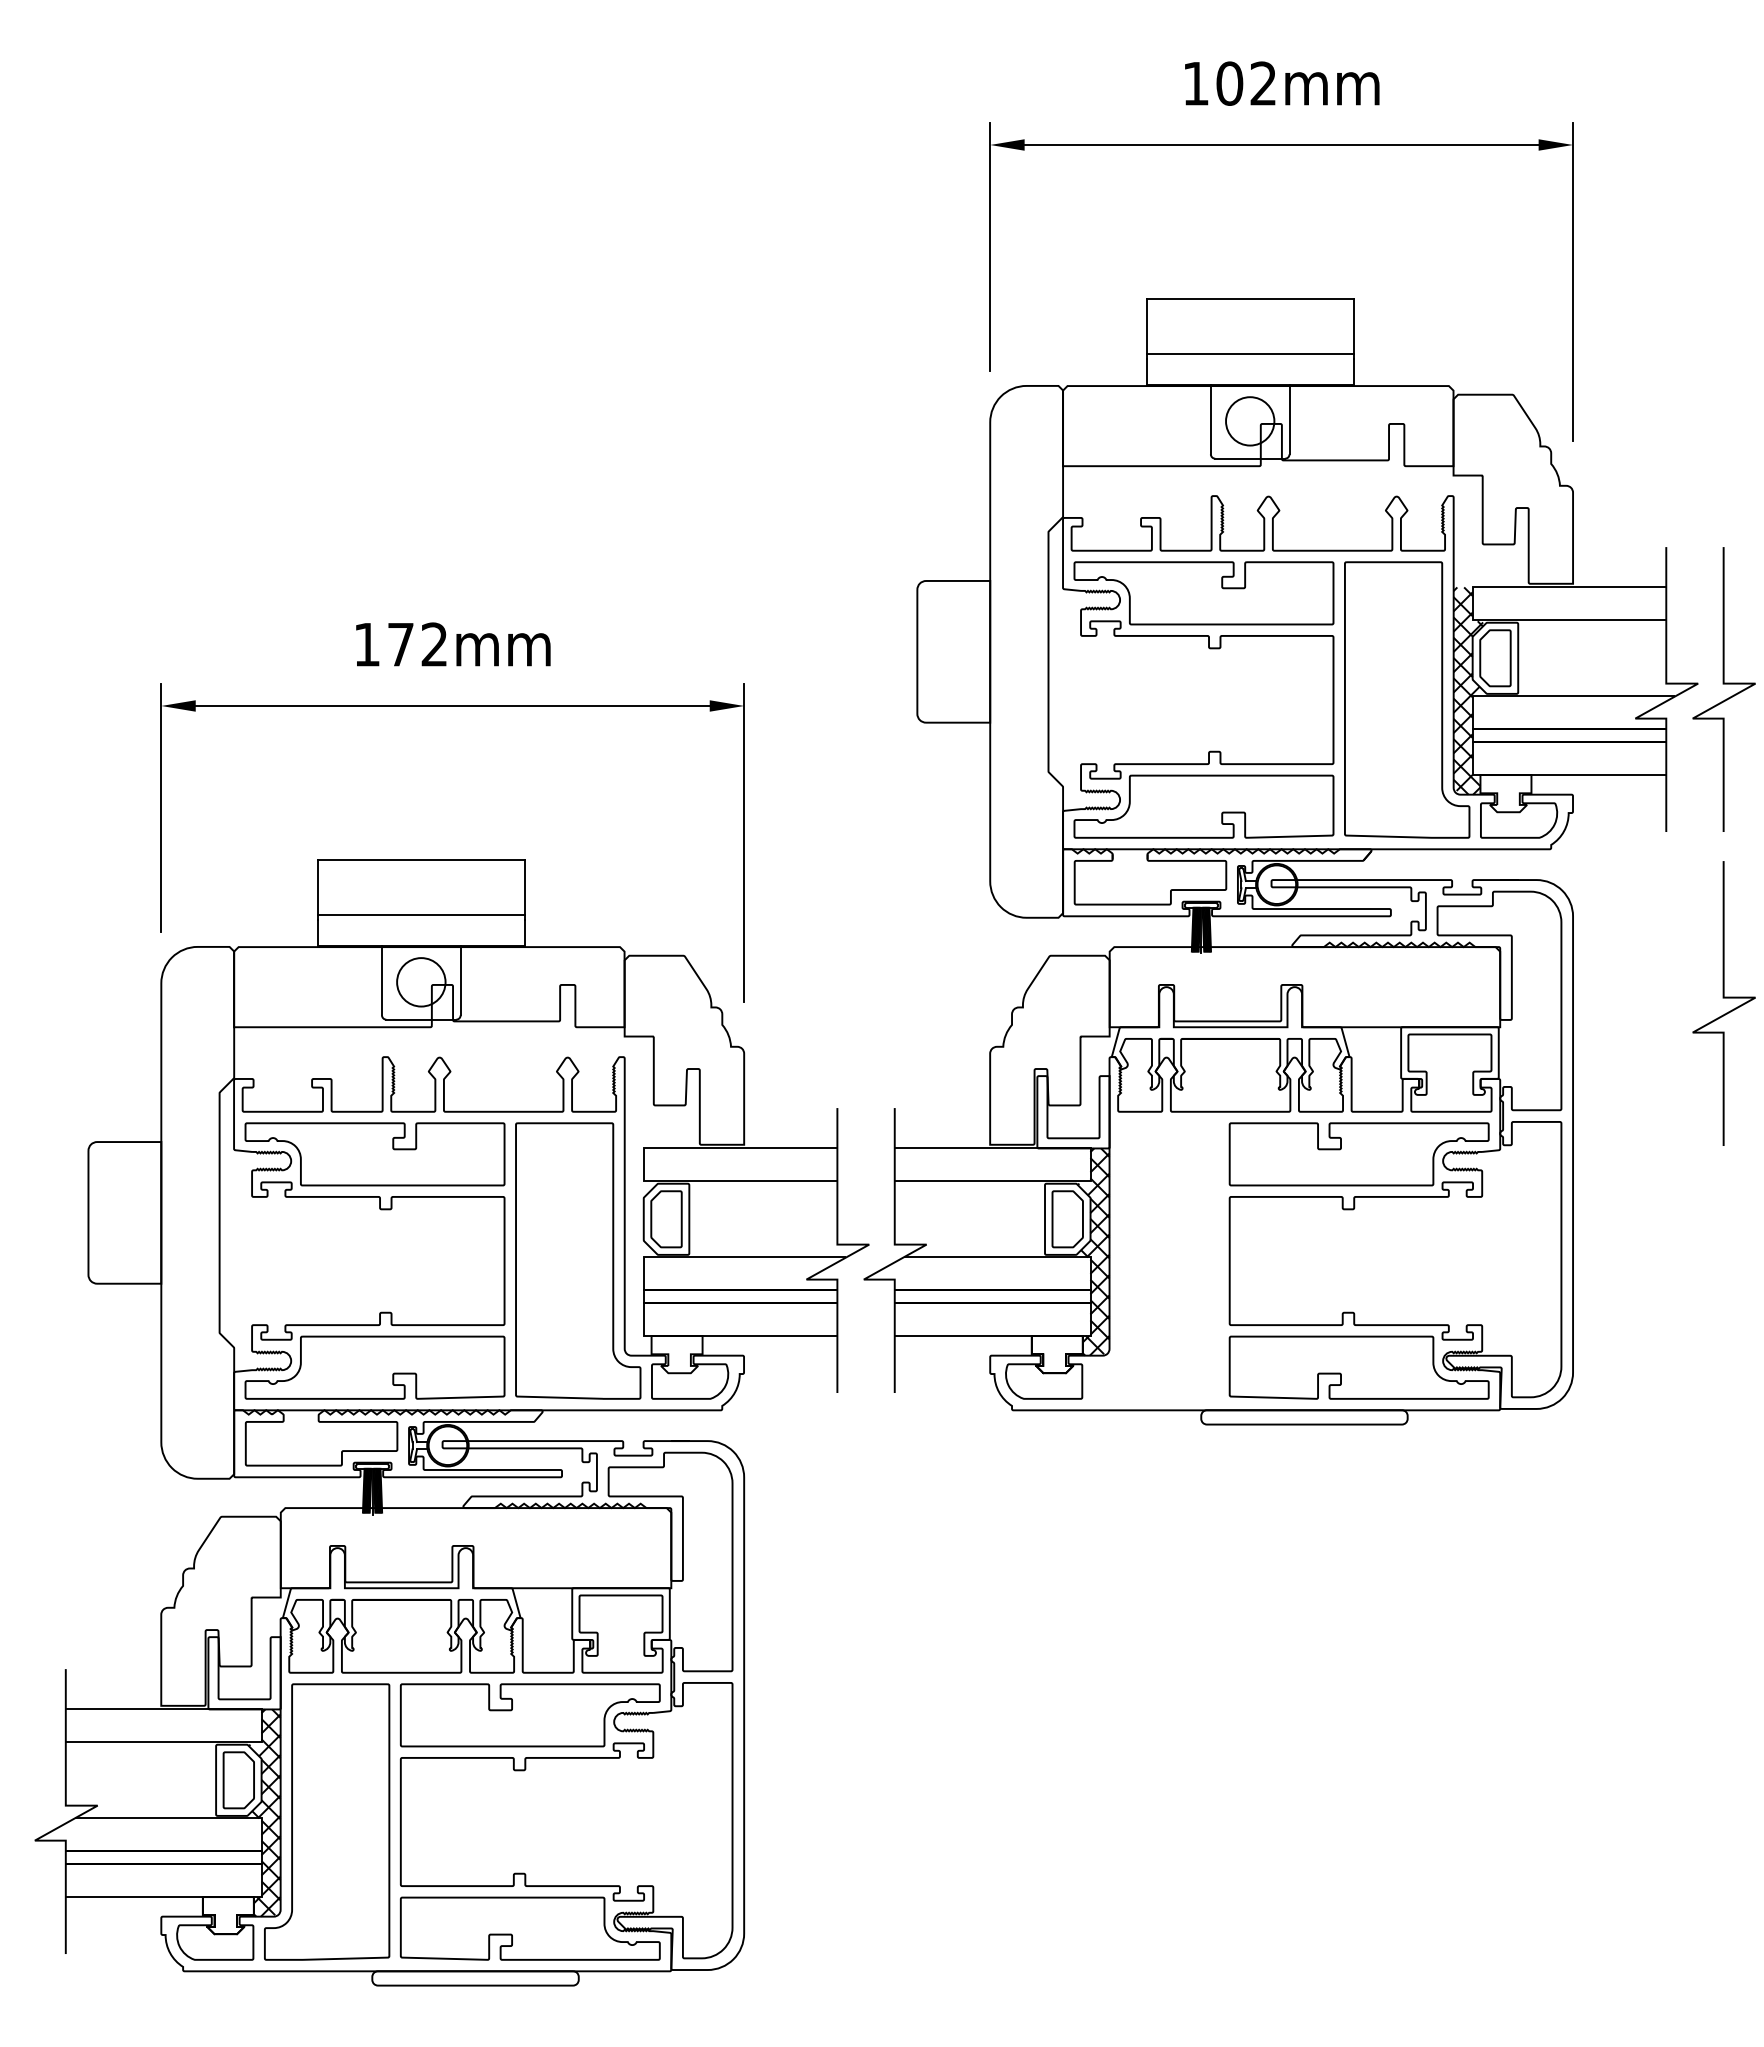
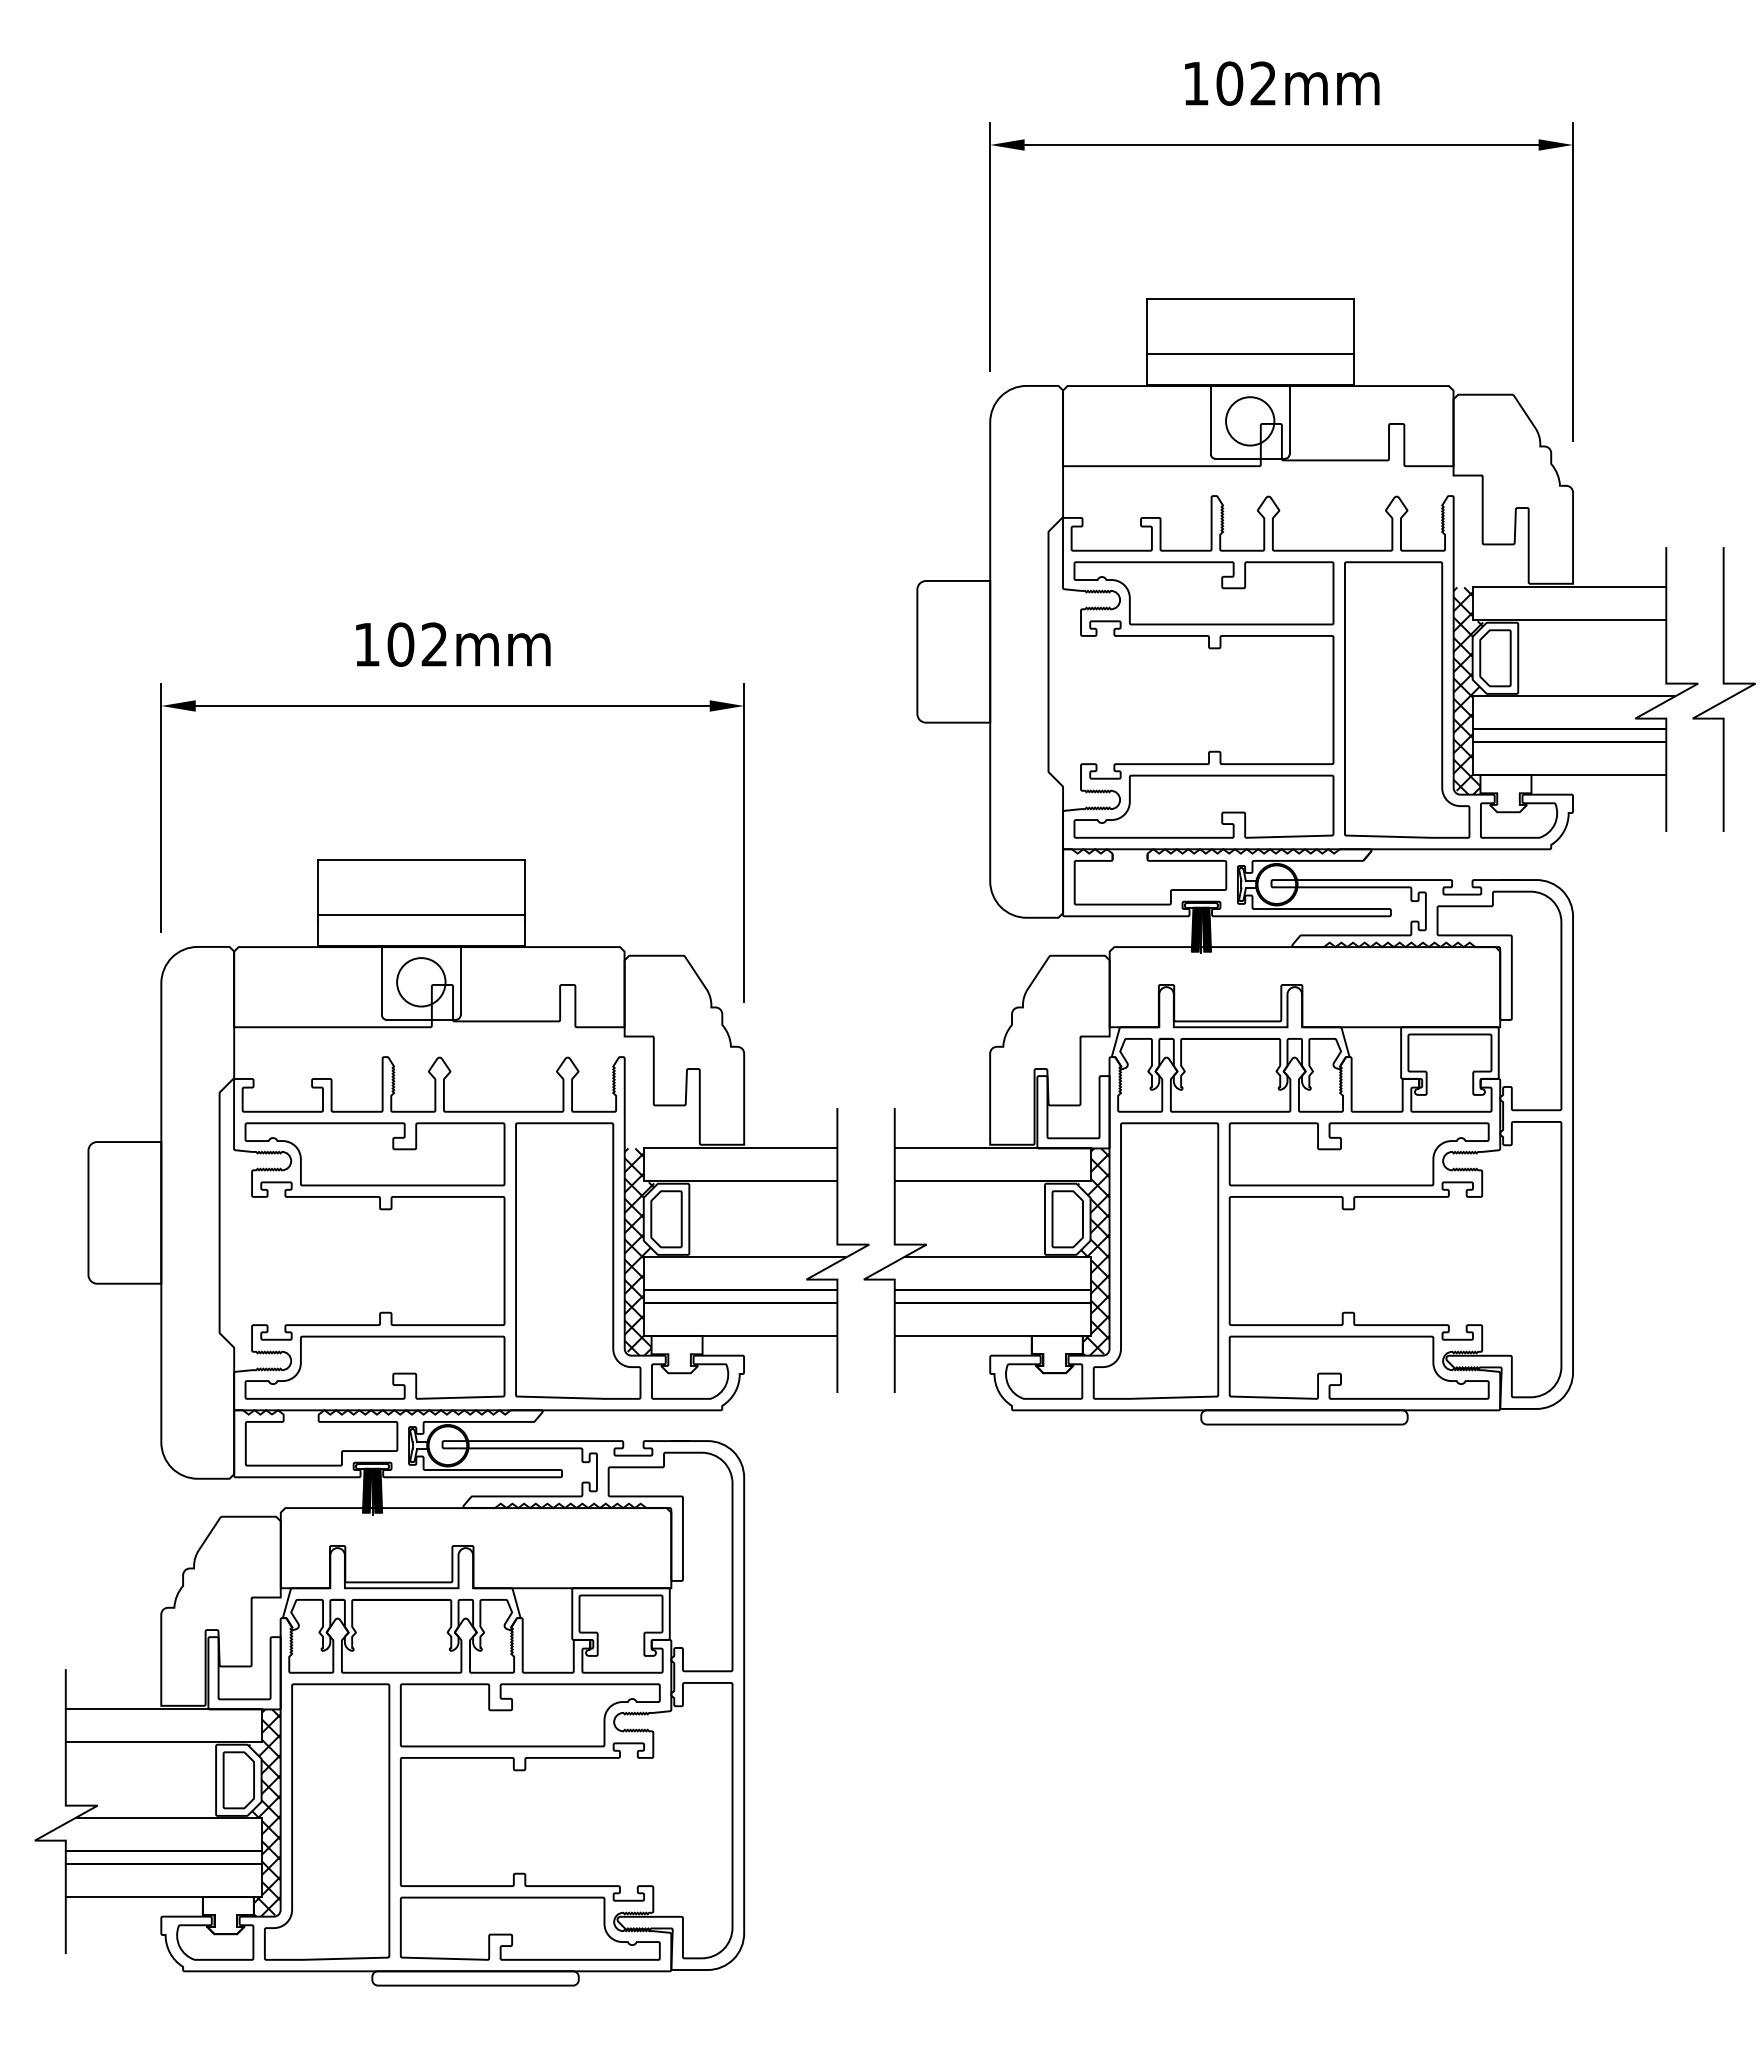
text at (400, 644): 172mm -> 102mm
part at (1723, 1003): present -> none
hatch at (639, 1251): none -> present
part at (1155, 1260): none -> present
